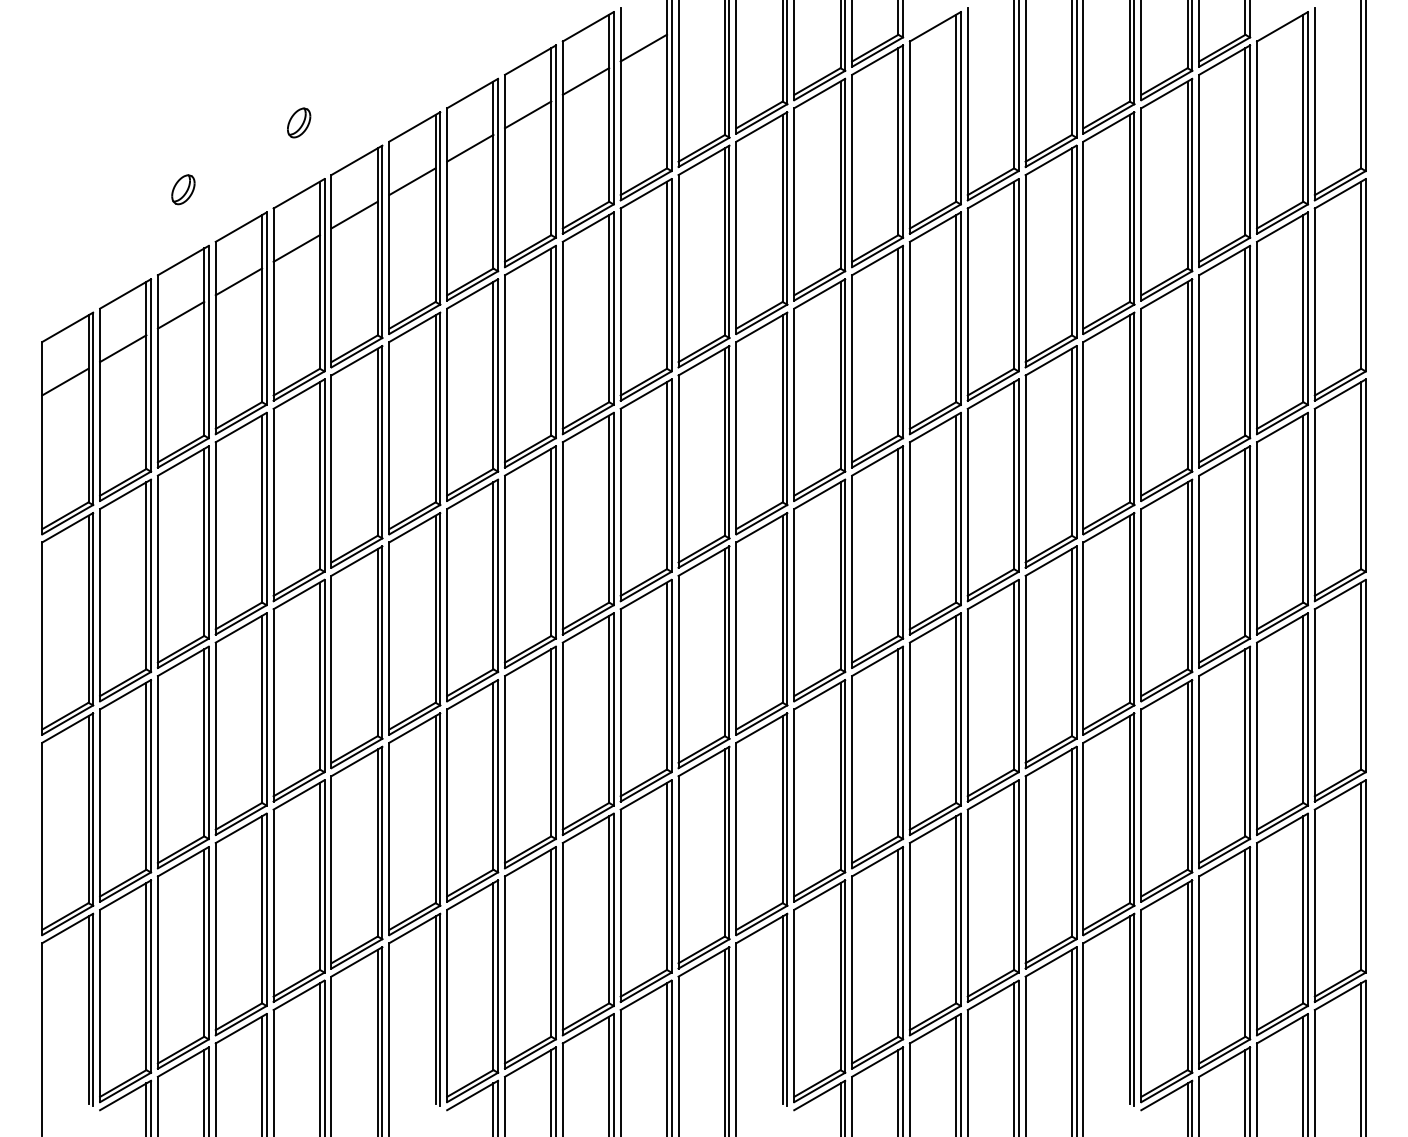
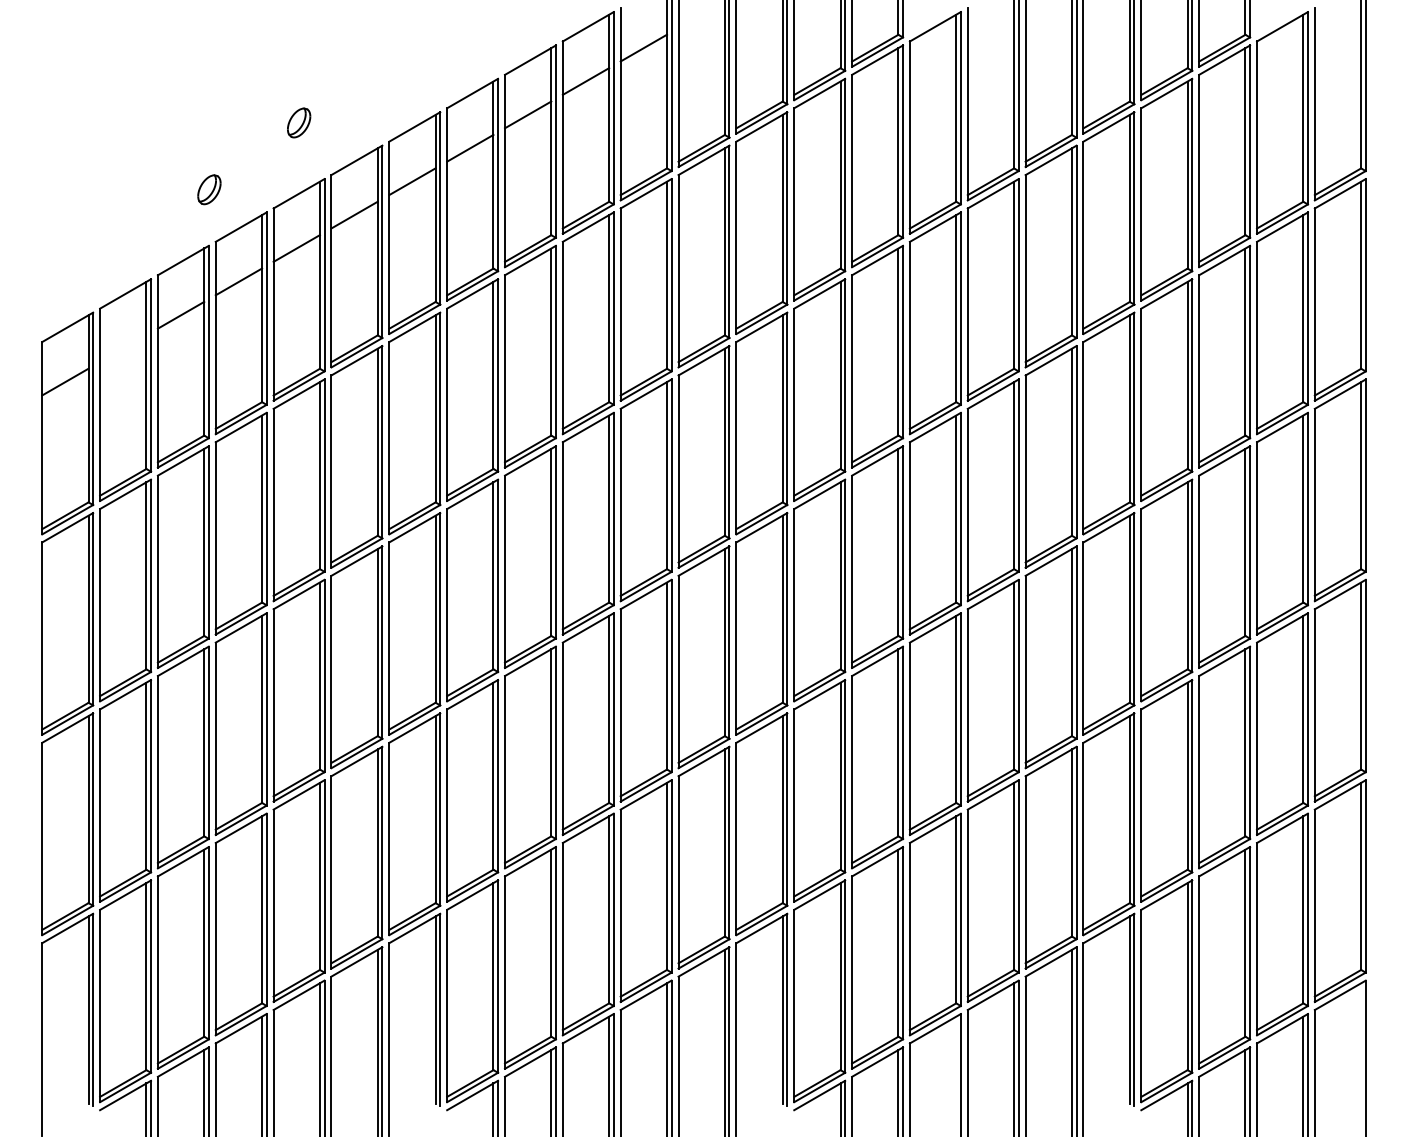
part at (183, 189) position: (183, 189) -> (209, 189)
line at (123, 348): present -> none
line at (1361, 1058): present -> none
line at (956, 1074): present -> none
